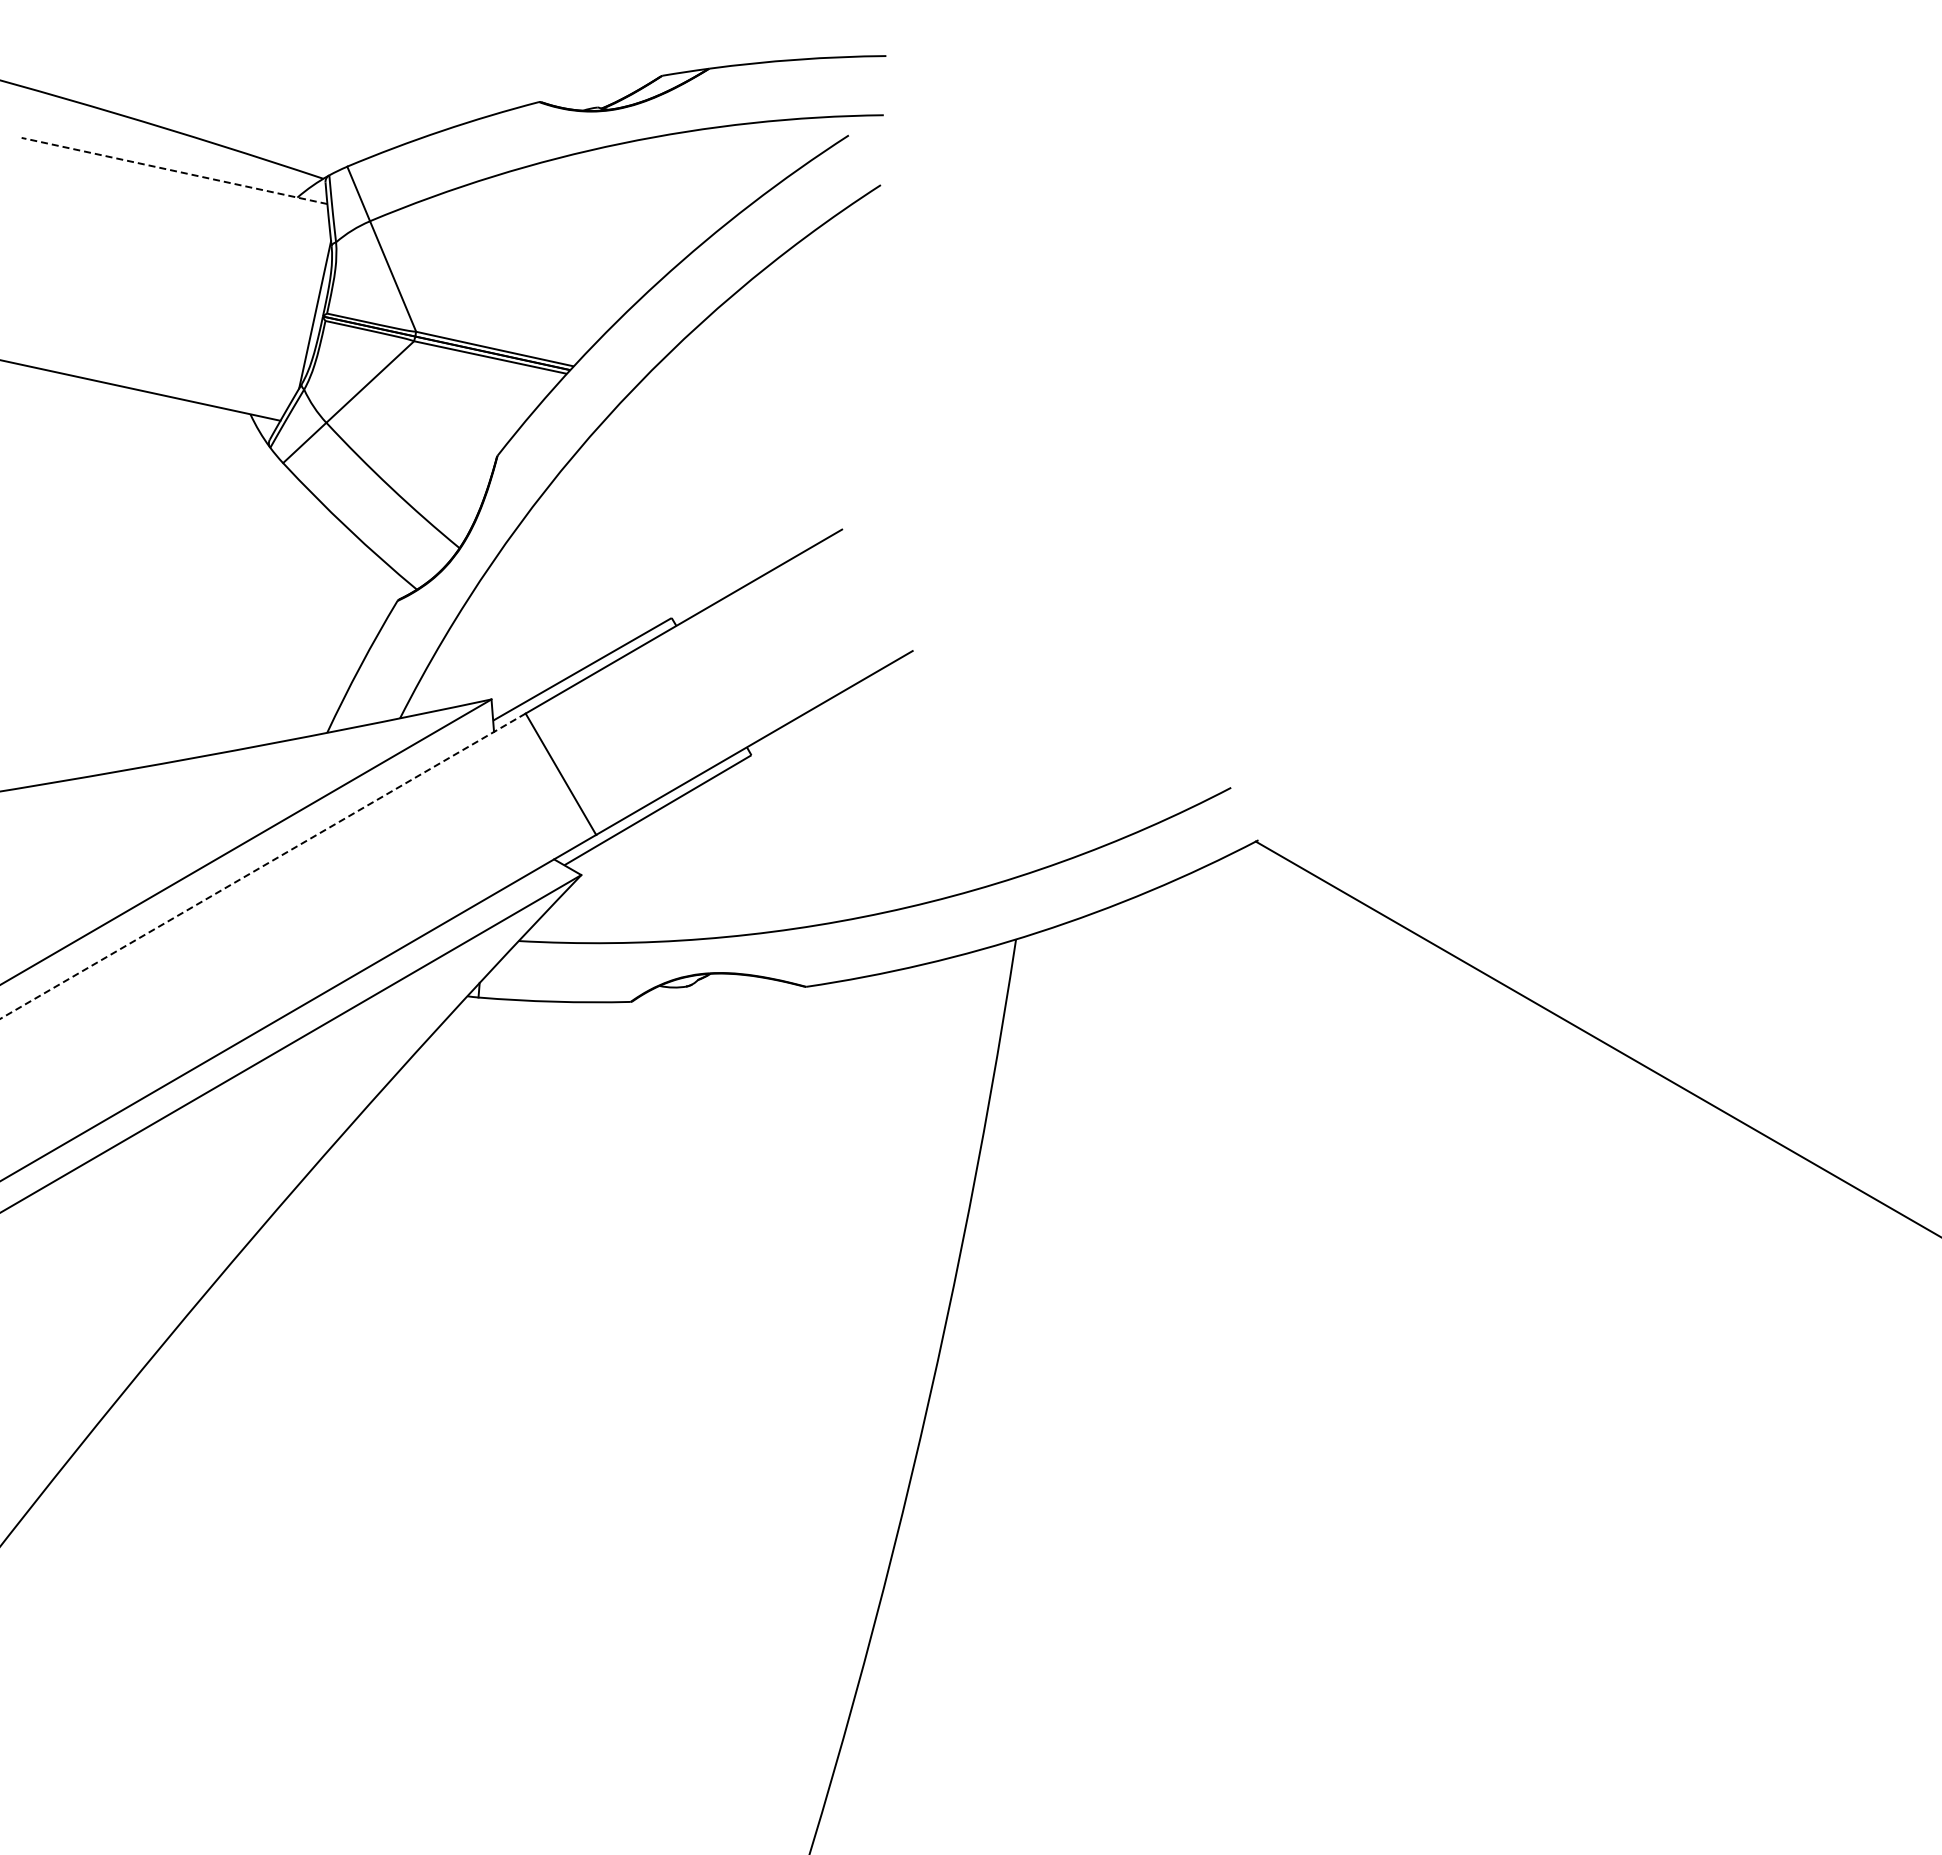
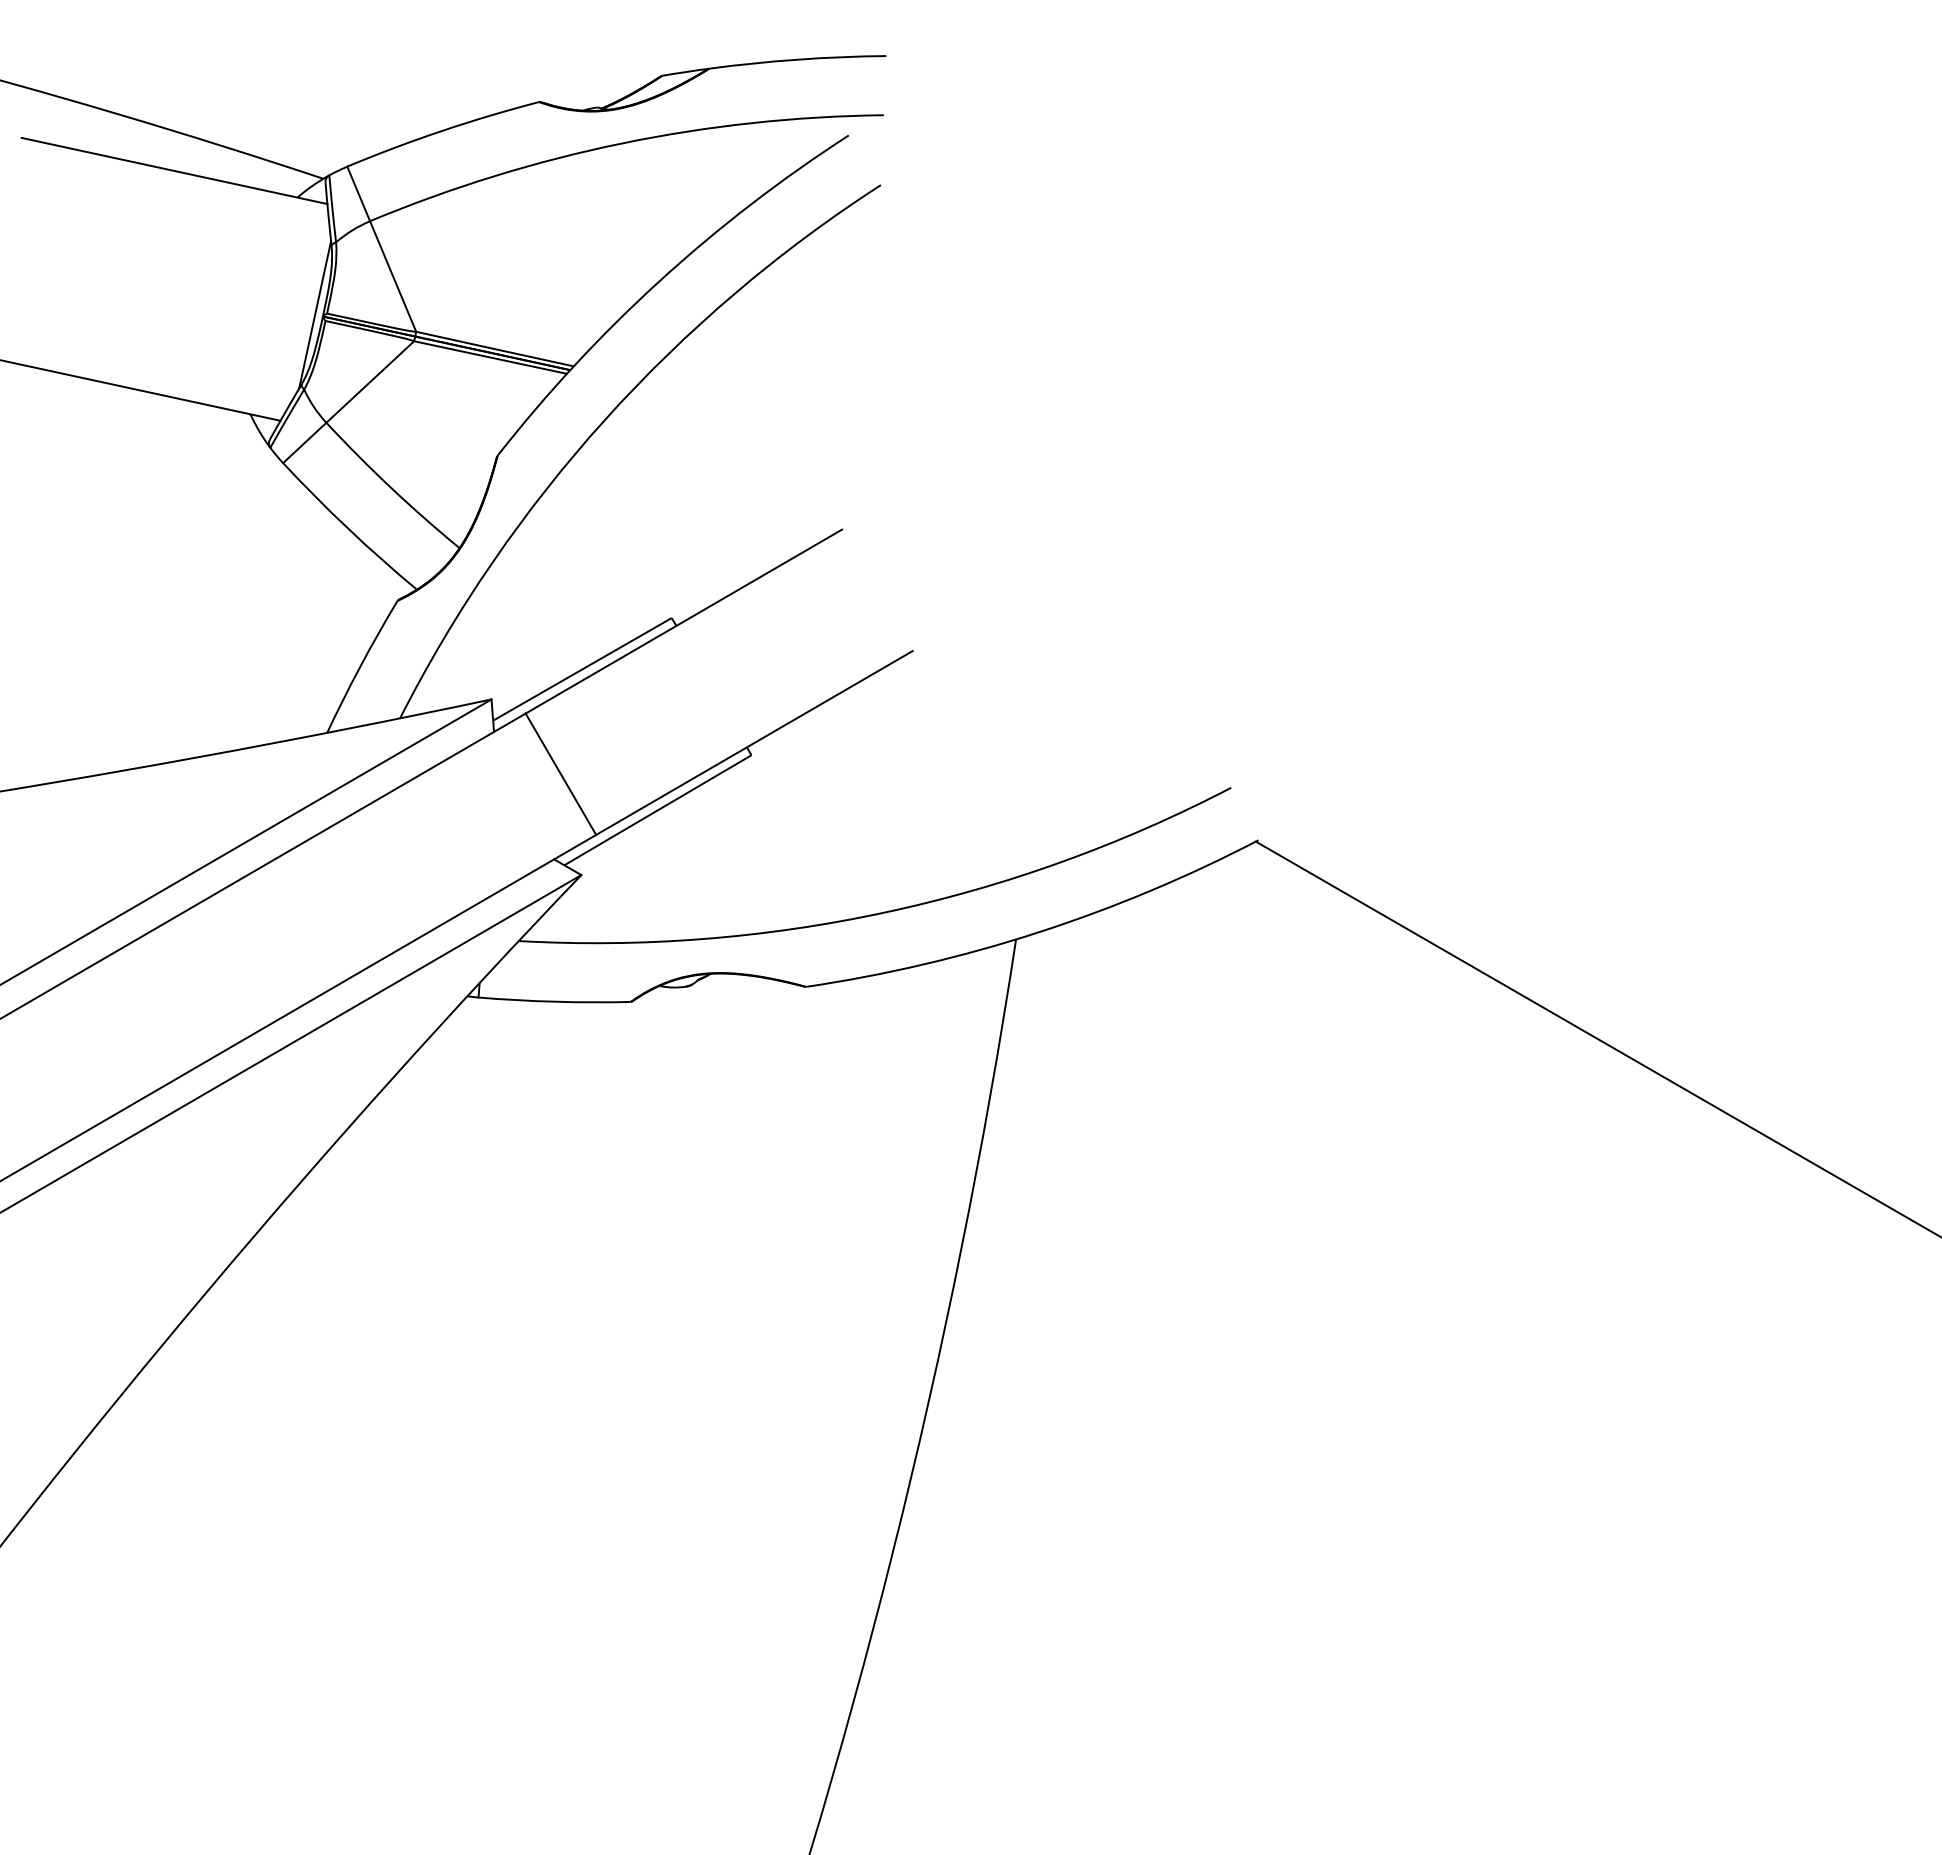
line at (174, 170): dashed -> solid
line at (262, 866): dashed -> solid
